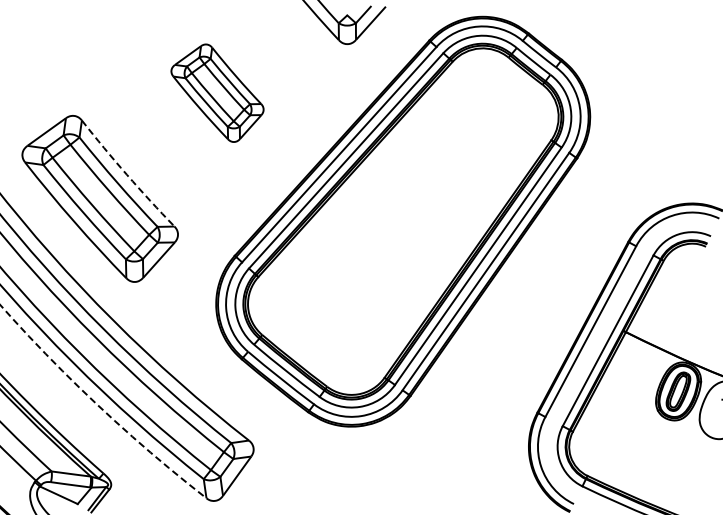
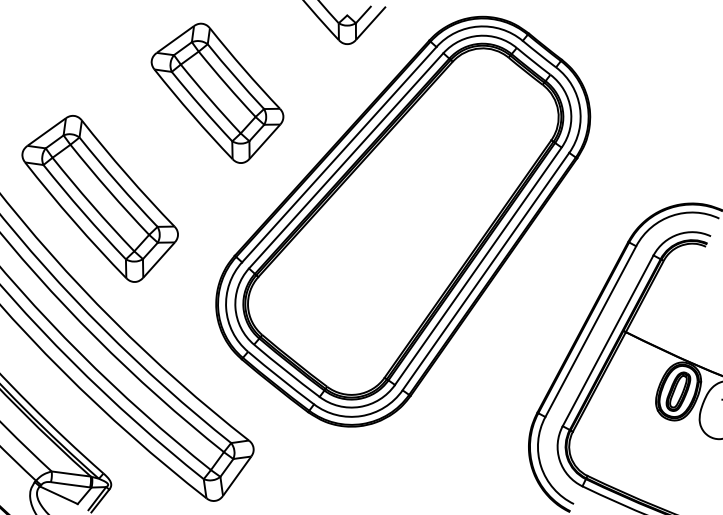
part at (217, 92) size: 95x100 px -> 135x142 px
arc at (126, 174): dashed -> solid
arc at (99, 406): dashed -> solid
